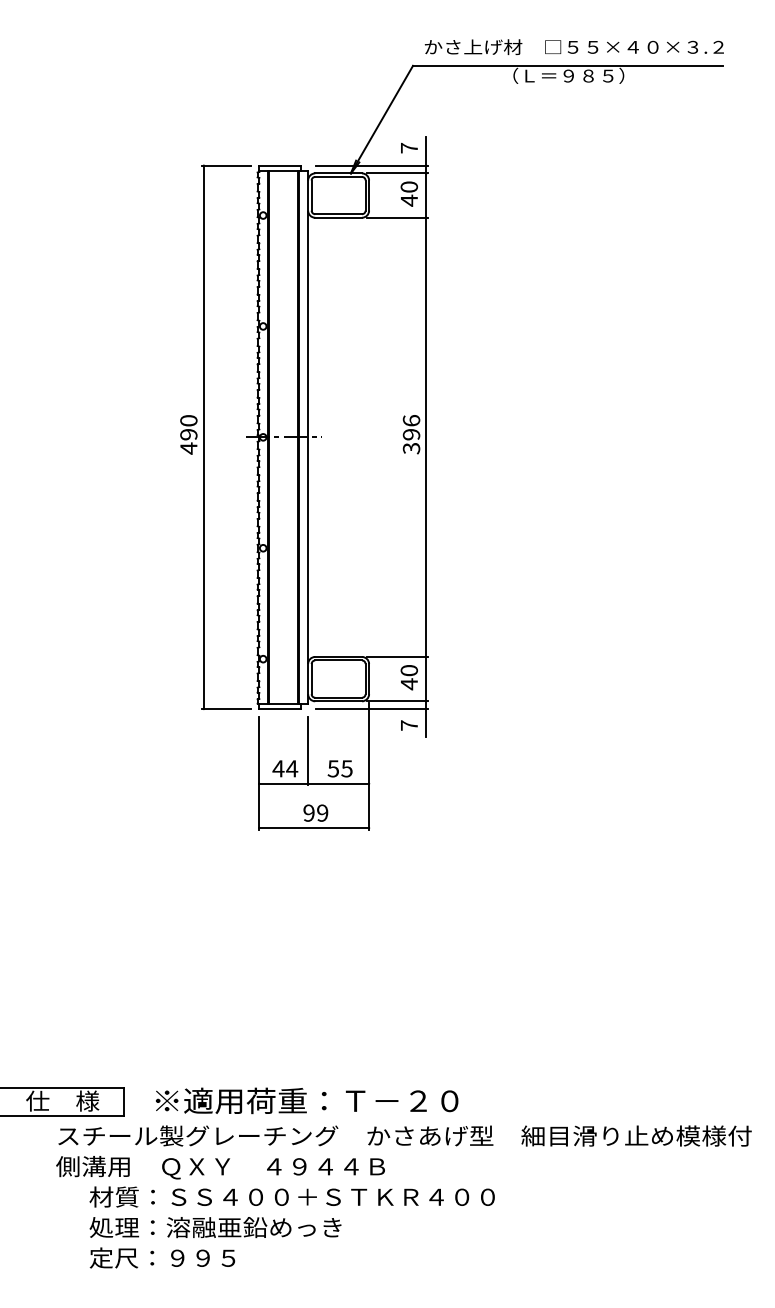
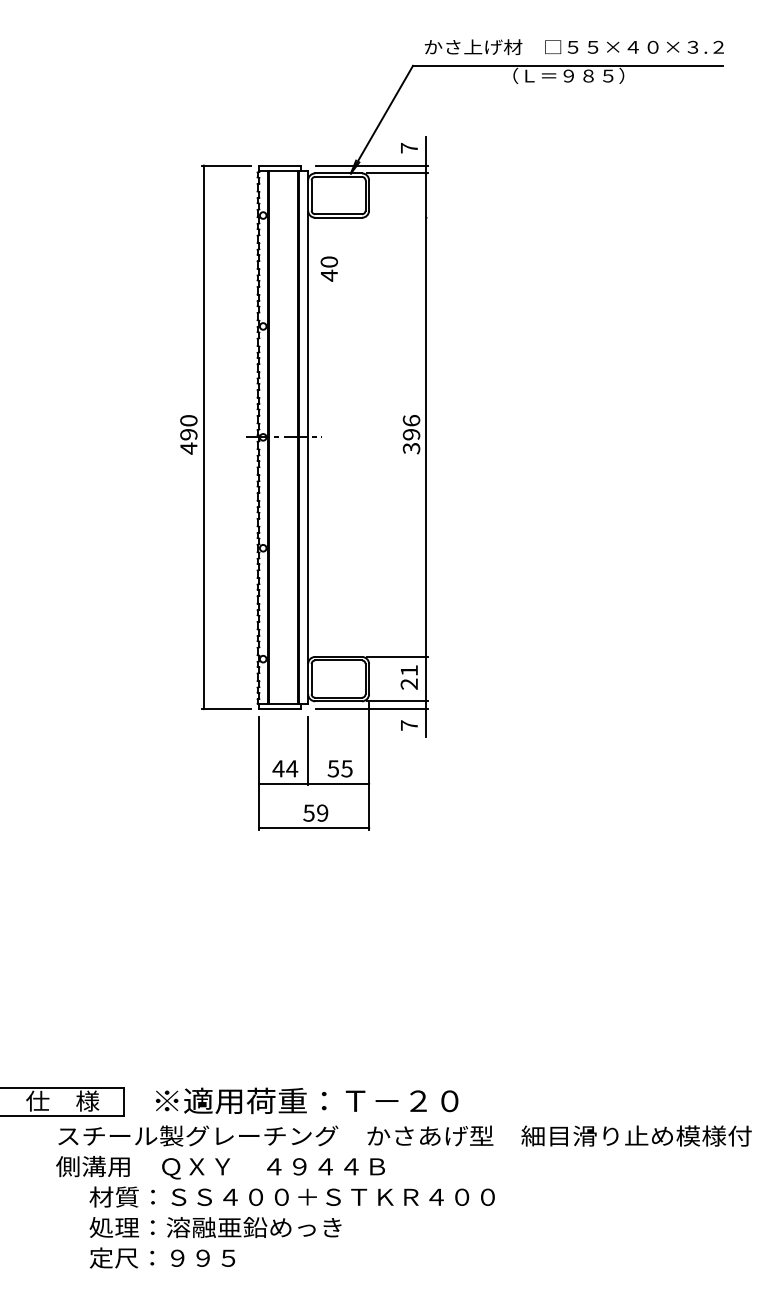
text at (408, 193) position: (408, 193) -> (328, 268)
line at (397, 217): present -> none
text at (409, 677): 40 -> 21
text at (308, 812): 99 -> 59
